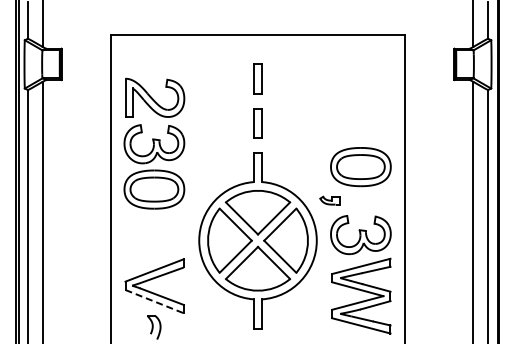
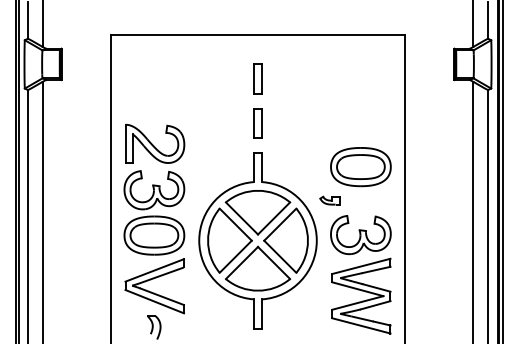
part at (154, 143) position: (154, 143) -> (154, 189)
line at (503, 171): none -> present
line at (155, 301): dashed -> solid
